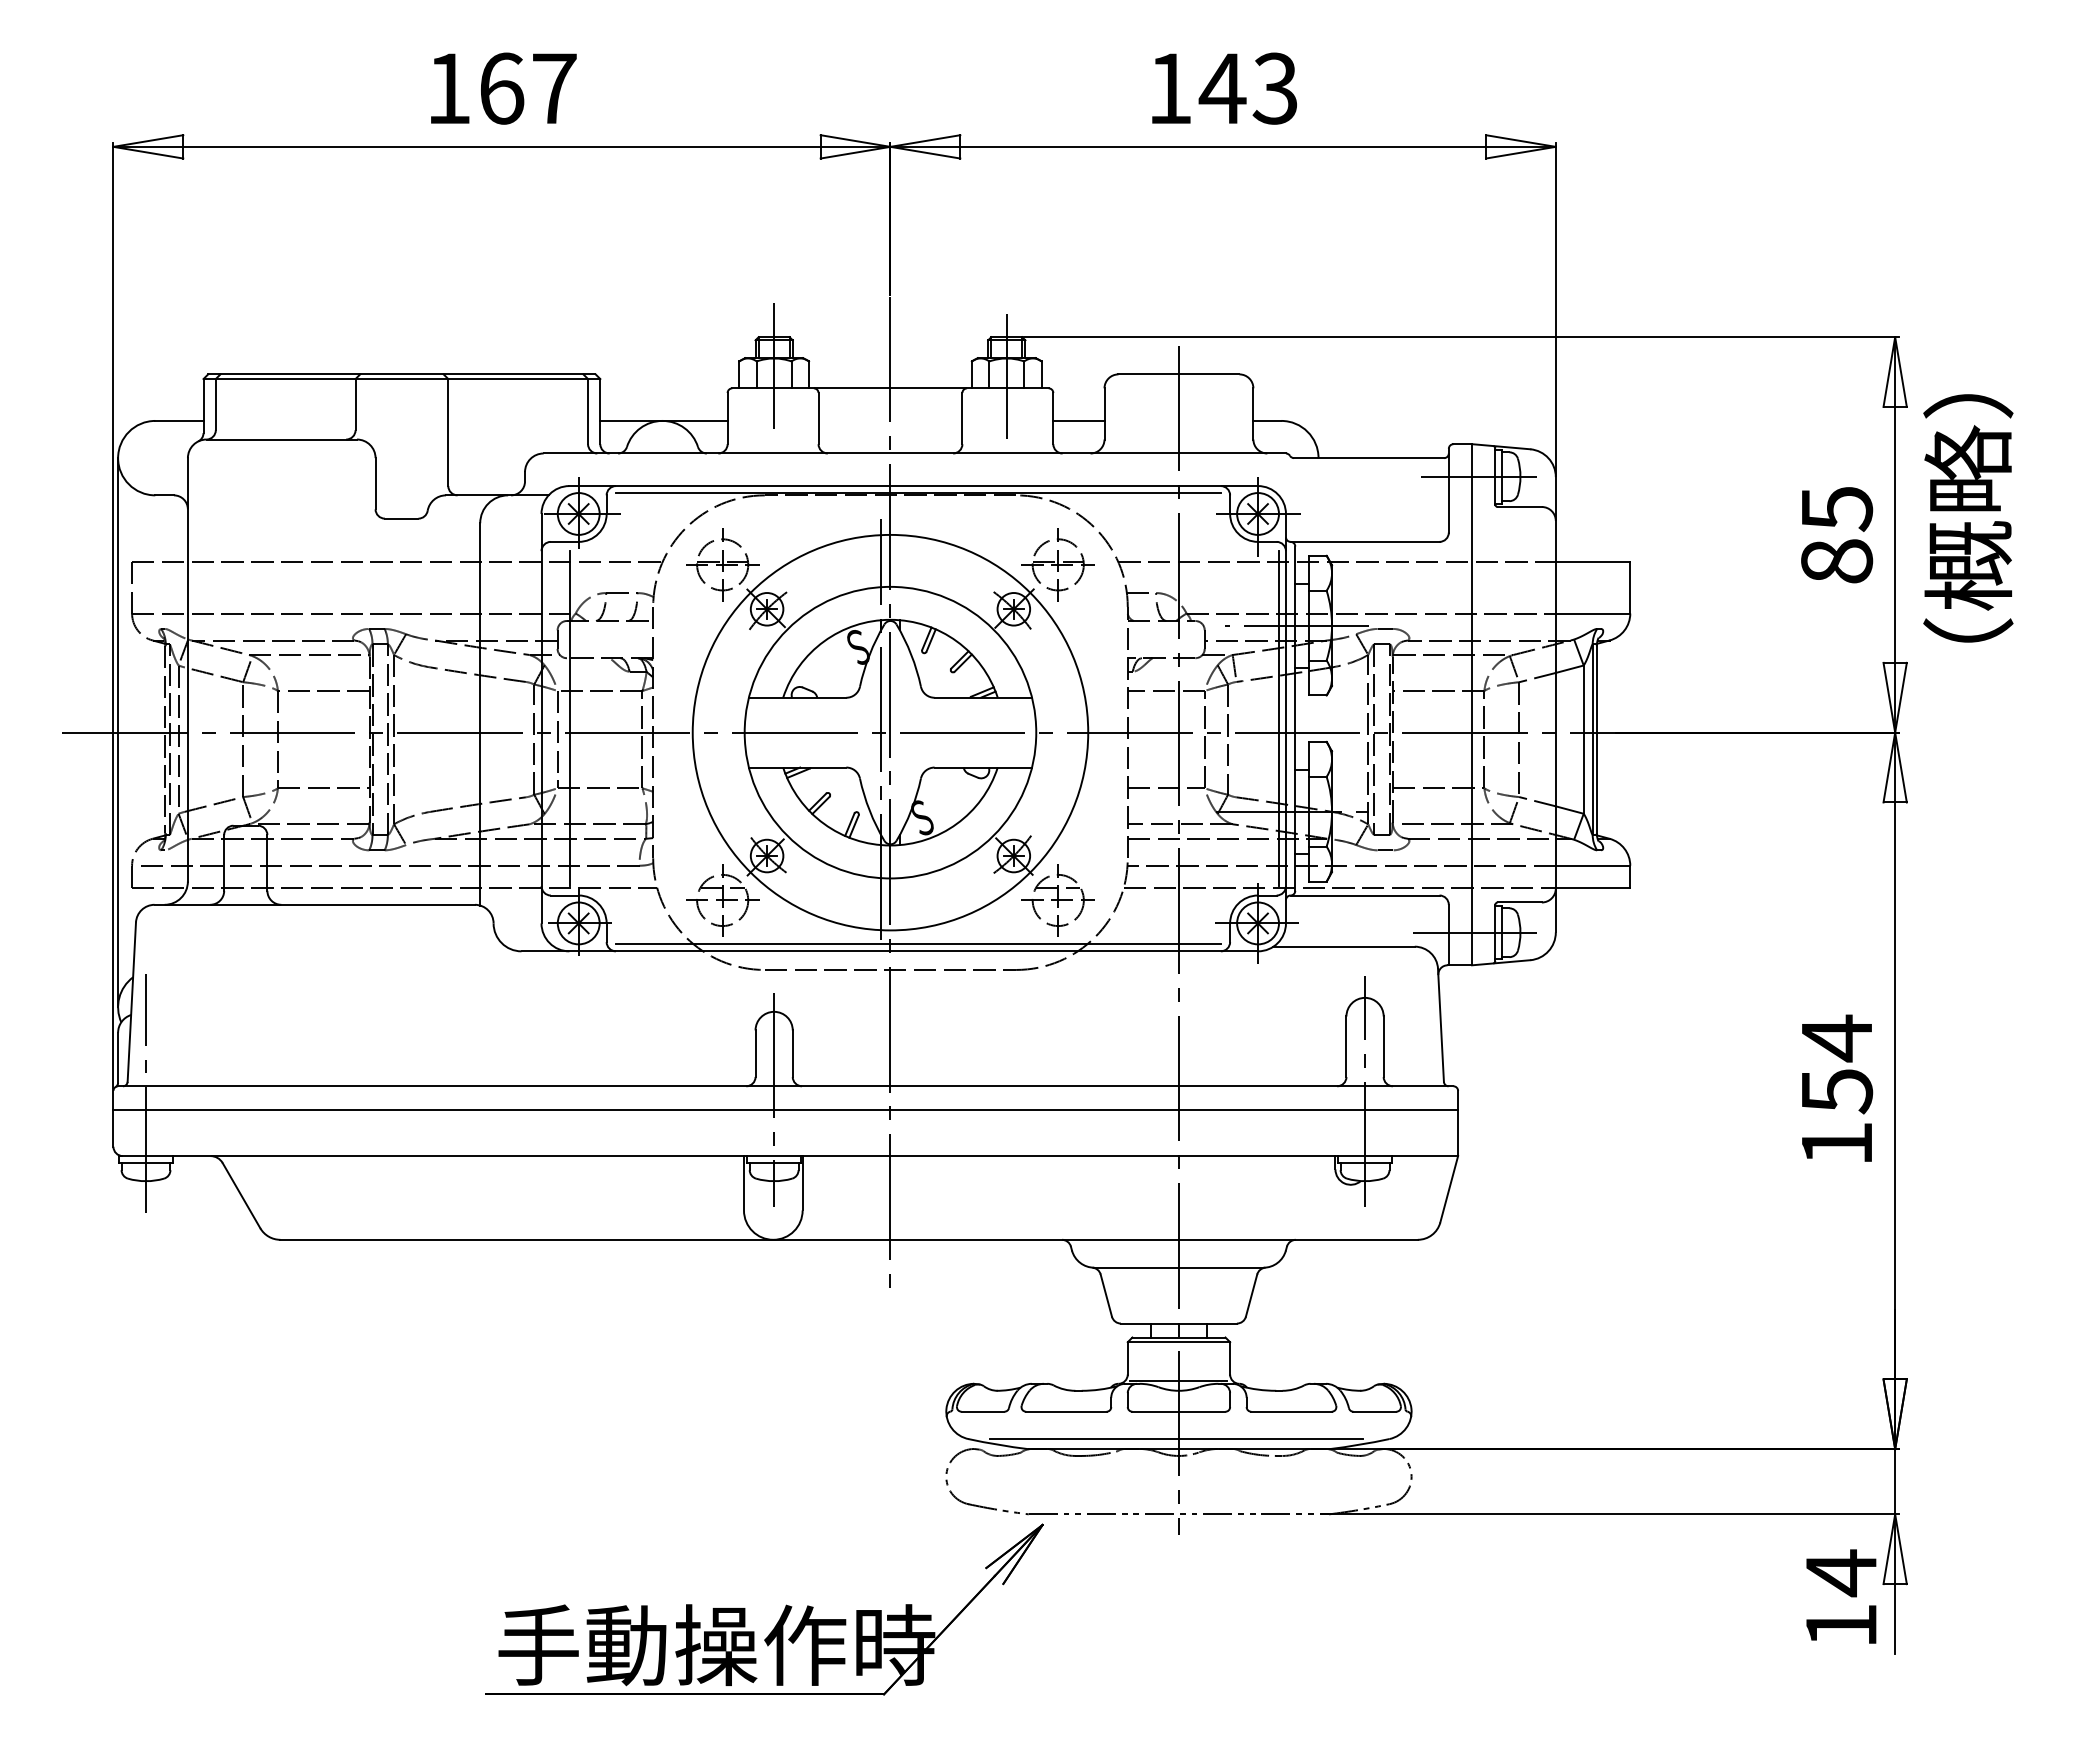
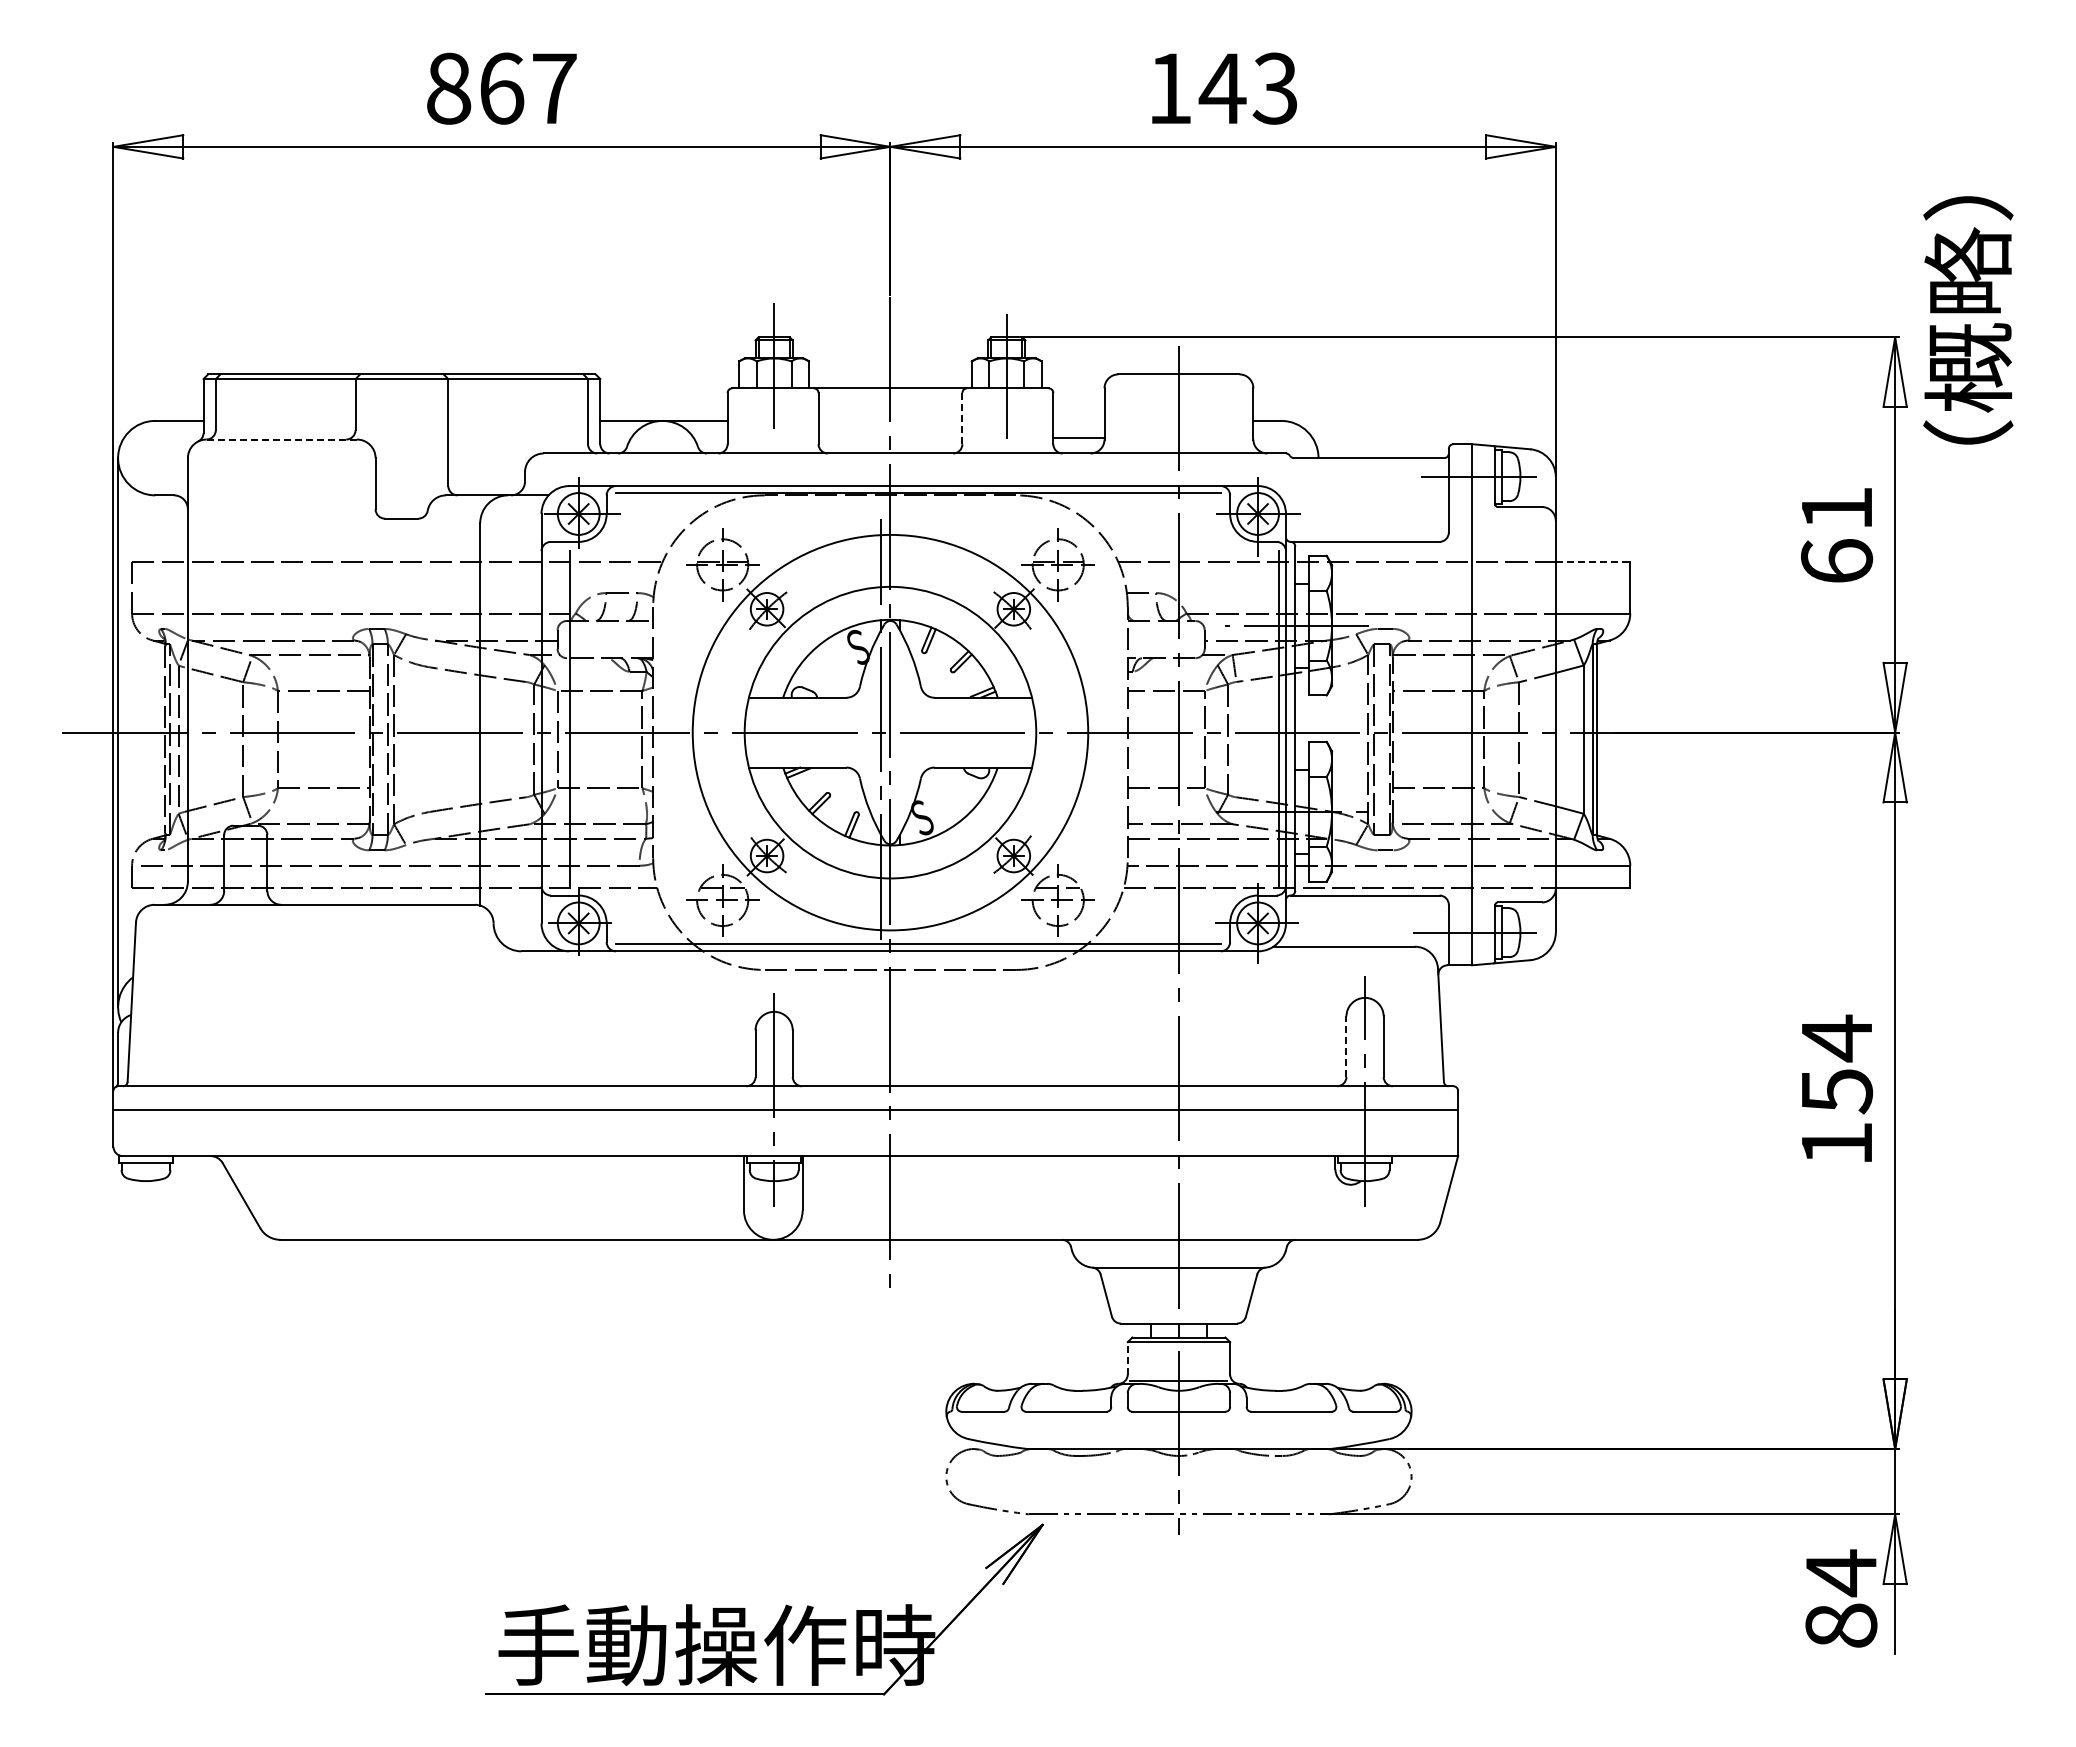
text at (449, 88): 167 -> 867
line at (962, 418): solid -> dashed
line at (1078, 420) position: (1078, 420) -> (1078, 437)
line at (282, 439): solid -> dashed
text at (1968, 518) position: (1968, 518) -> (1968, 320)
text at (1837, 535): 85 -> 61
line at (1593, 561): solid -> dashed
line at (1346, 1046): solid -> dashed
line at (146, 1093): present -> none
line at (1127, 1357): solid -> dashed
line at (1175, 1439): present -> none
text at (1841, 1625): 14 -> 84
